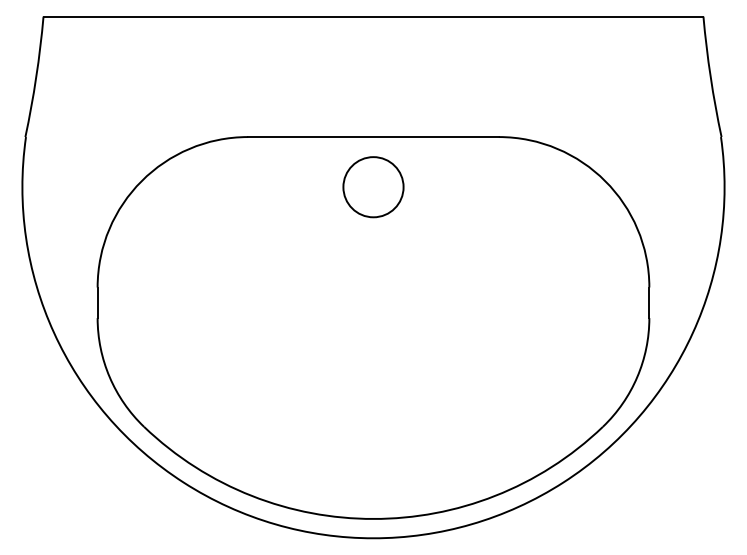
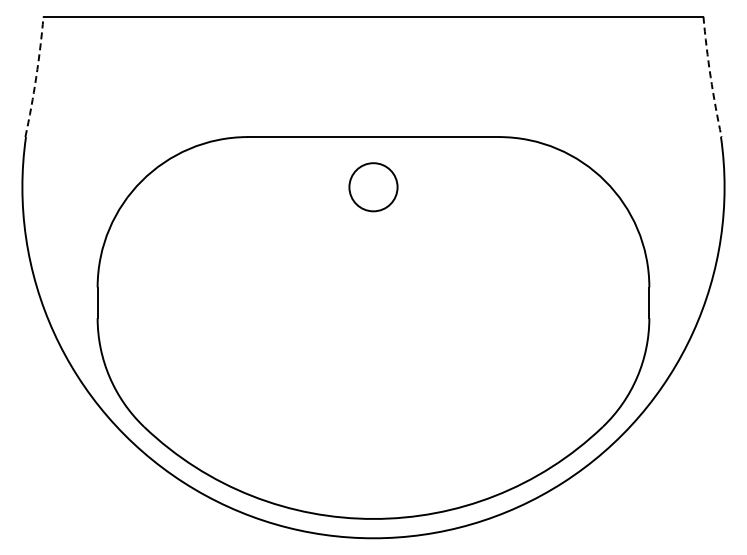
arc at (36, 77): solid -> dashed
arc at (710, 77): solid -> dashed
circle at (373, 187) size: 63x63 px -> 51x51 px
